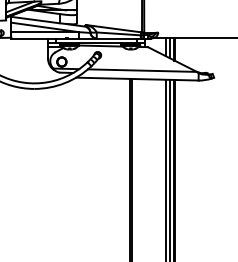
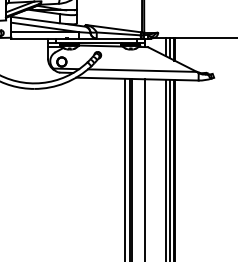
line at (125, 168): none -> present
line at (145, 168): none -> present
